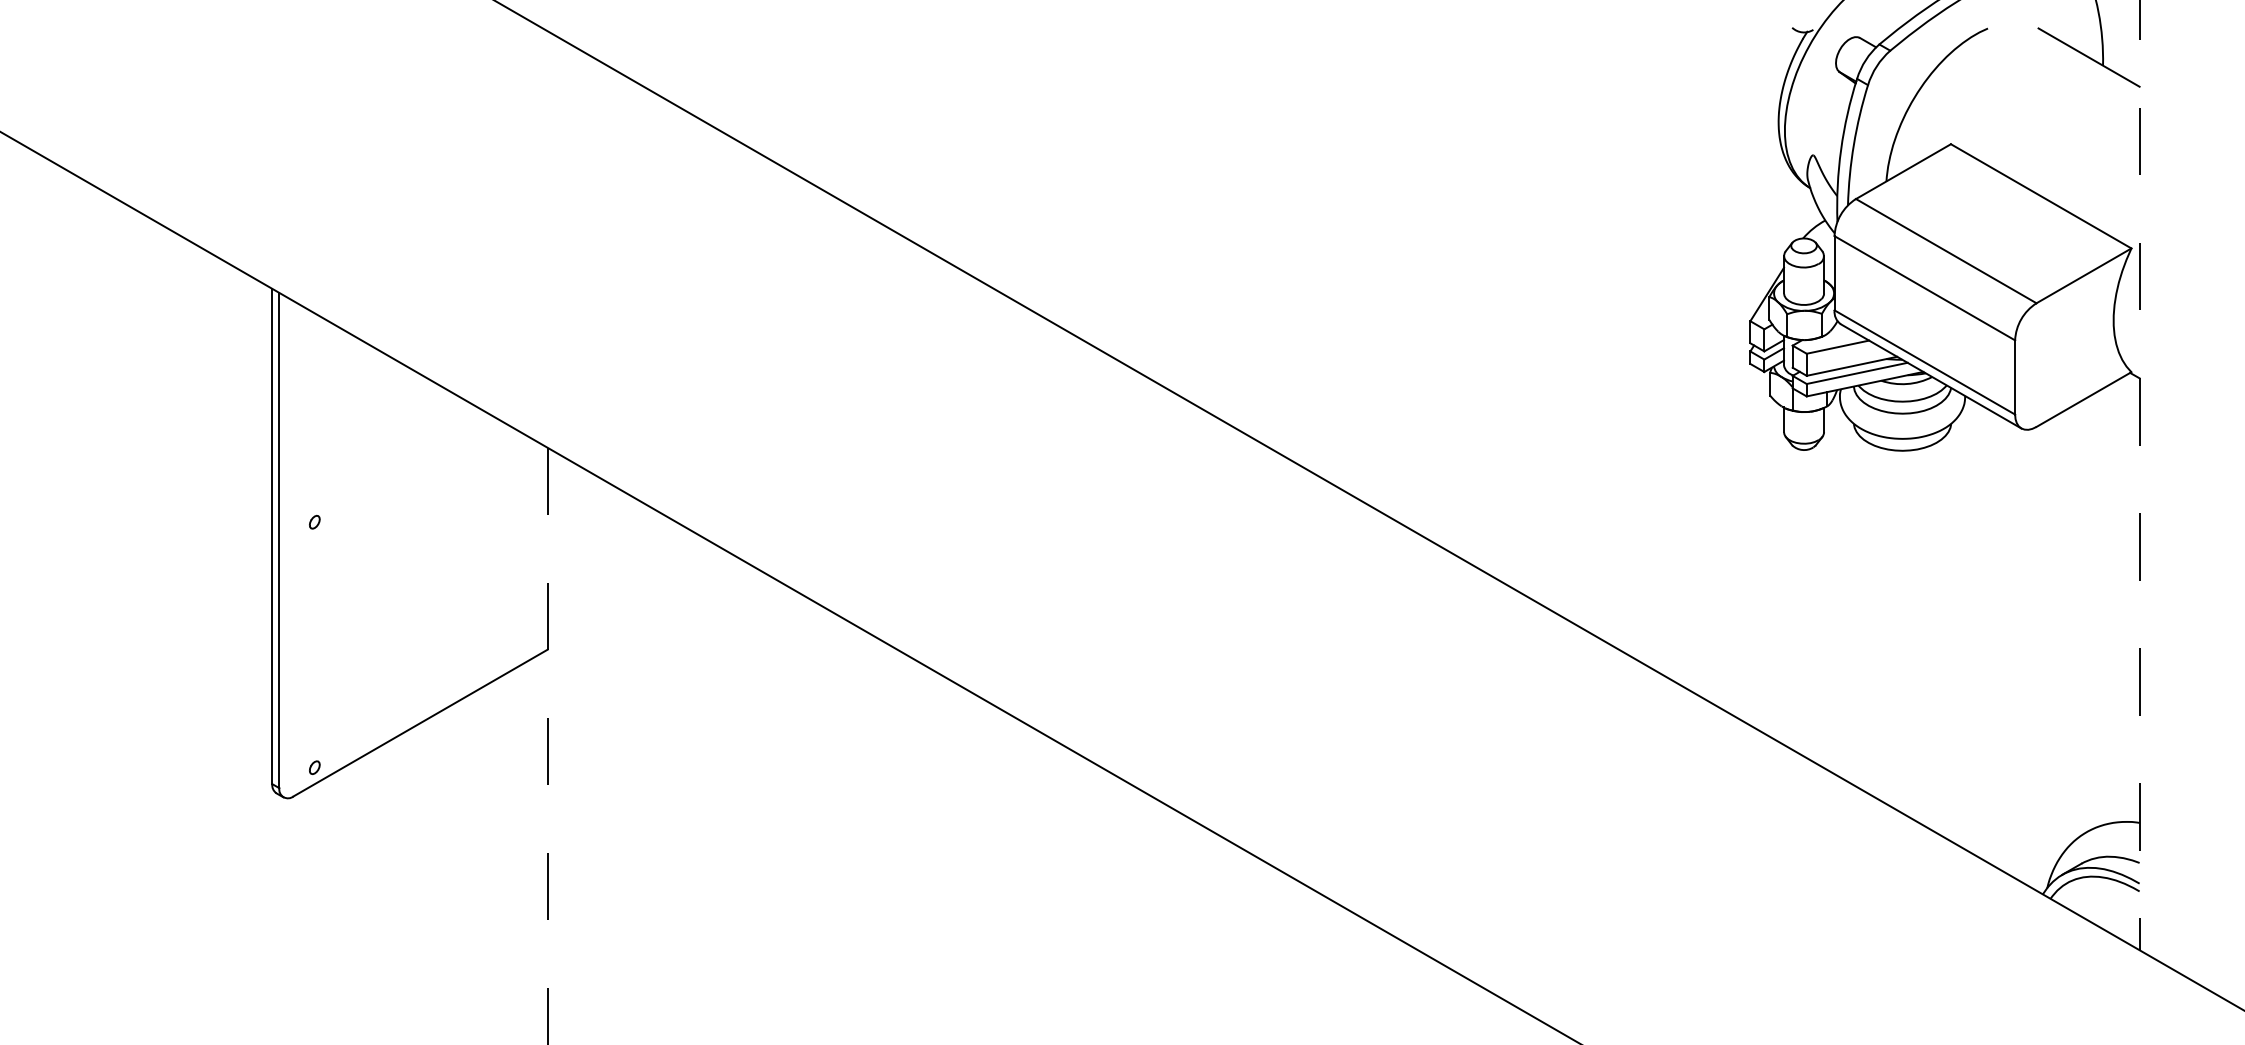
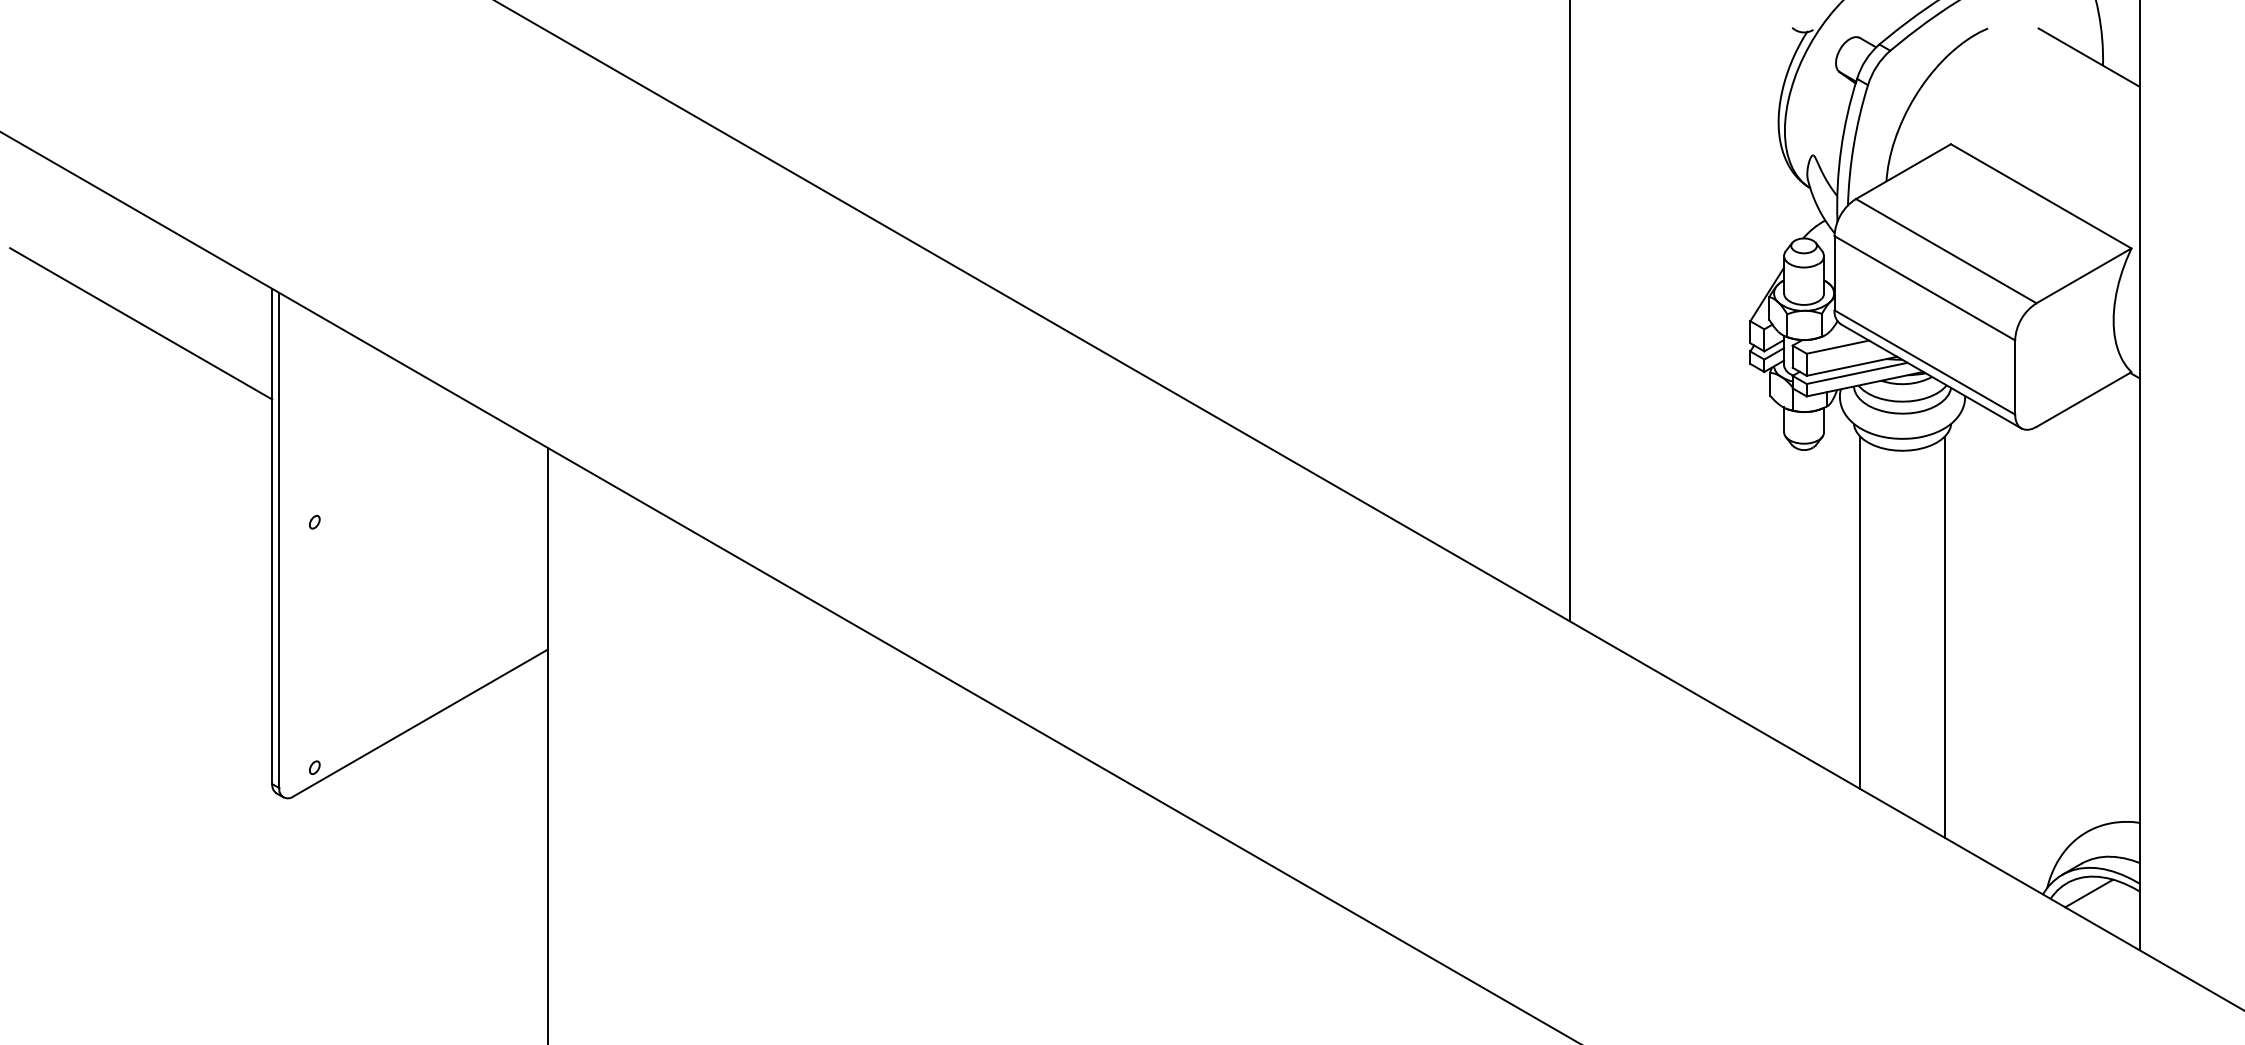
line at (1569, 311): none -> present
line at (141, 323): none -> present
line at (2139, 475): dashed -> solid
line at (1860, 612): none -> present
line at (1944, 636): none -> present
line at (547, 746): dashed -> solid
line at (2089, 893): none -> present
